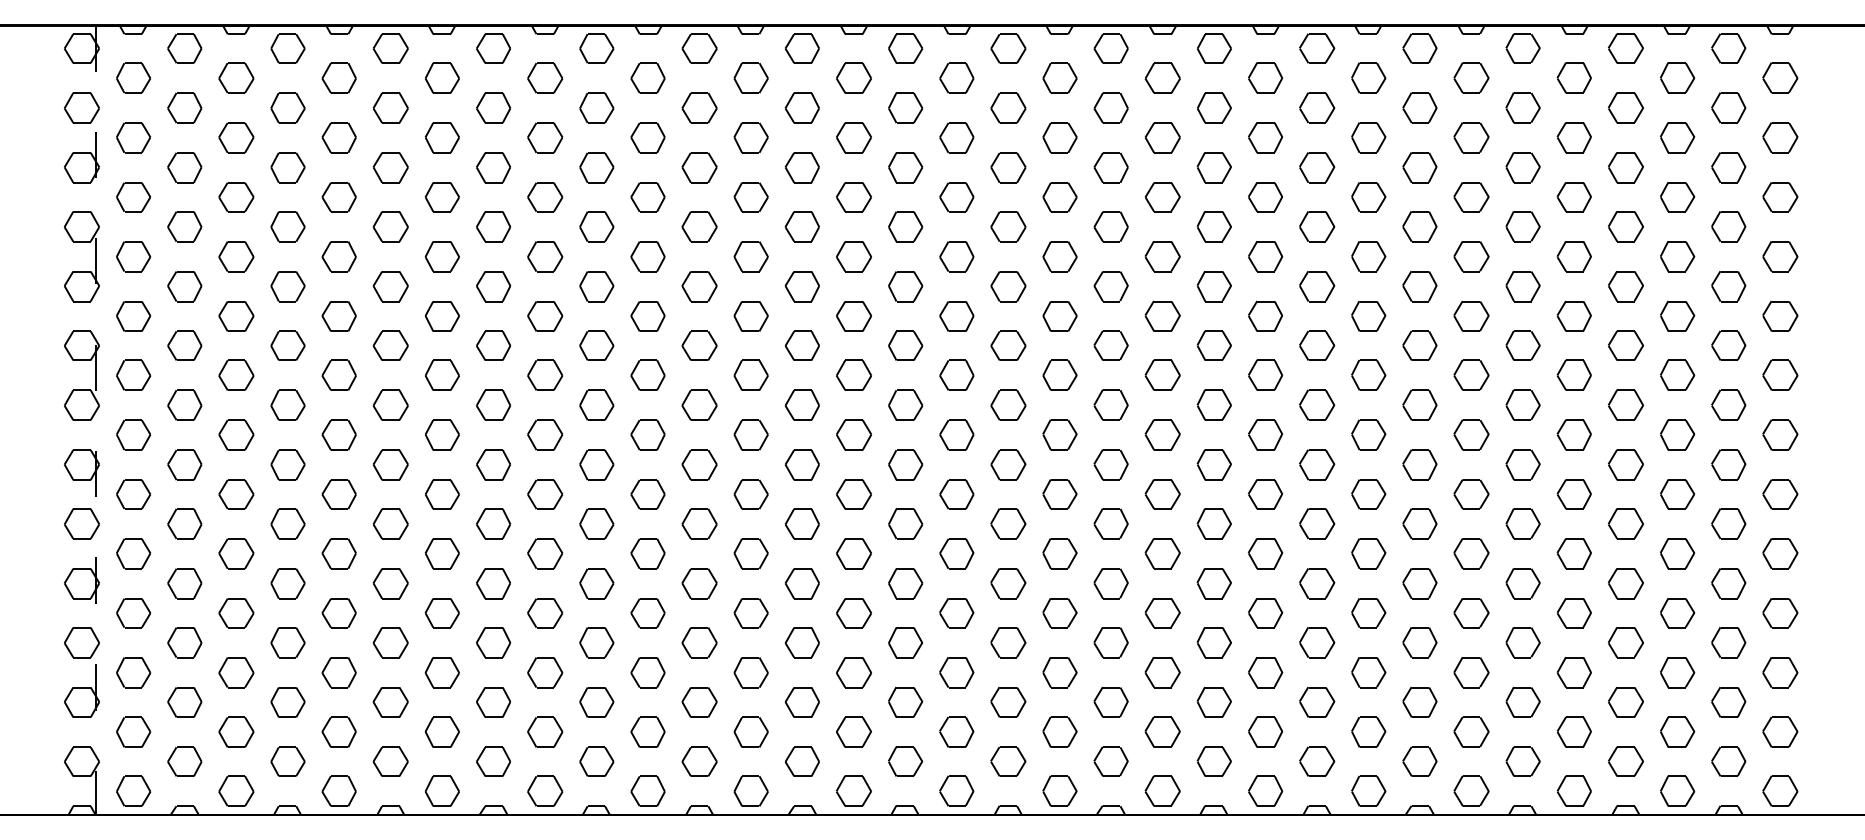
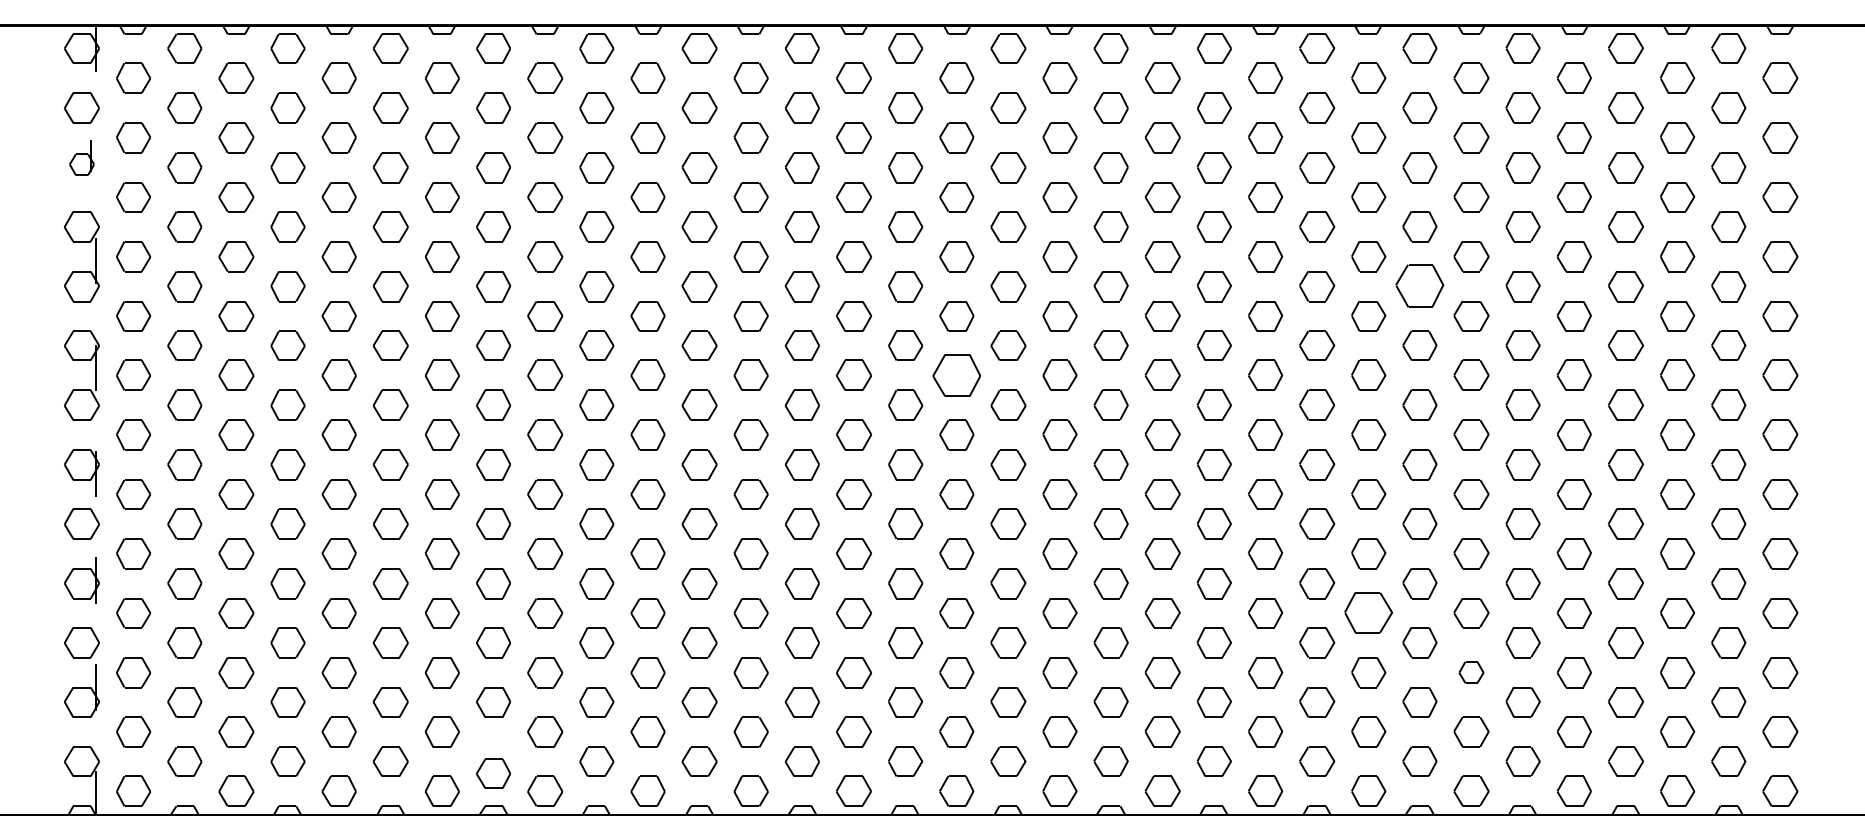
part at (81, 157) size: 36x52 px -> 26x36 px
part at (1419, 286) size: 36x32 px -> 50x44 px
part at (956, 374) size: 36x32 px -> 50x43 px
part at (1368, 613) size: 36x31 px -> 49x42 px
part at (1471, 672) size: 37x32 px -> 27x23 px
part at (493, 761) position: (493, 761) -> (493, 773)
